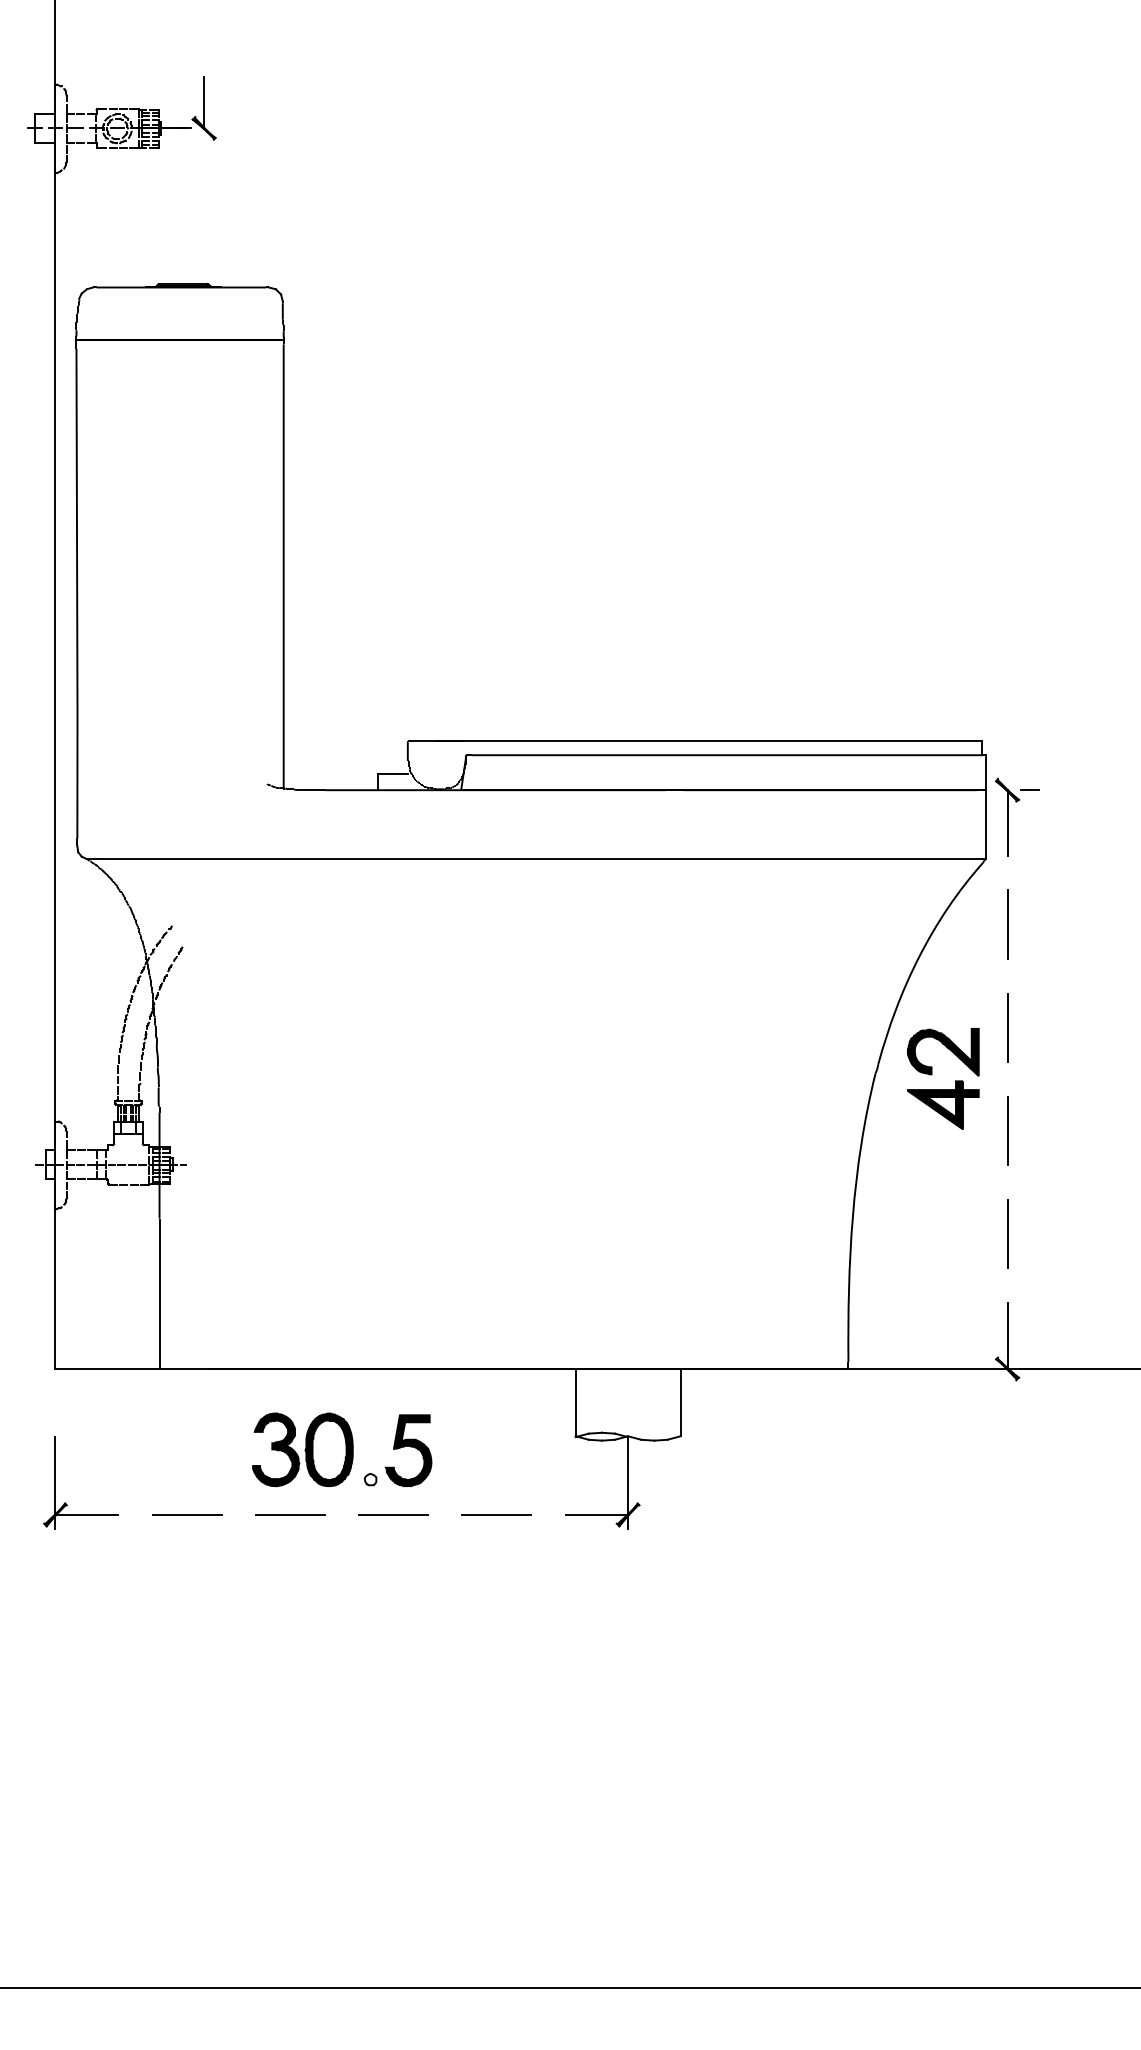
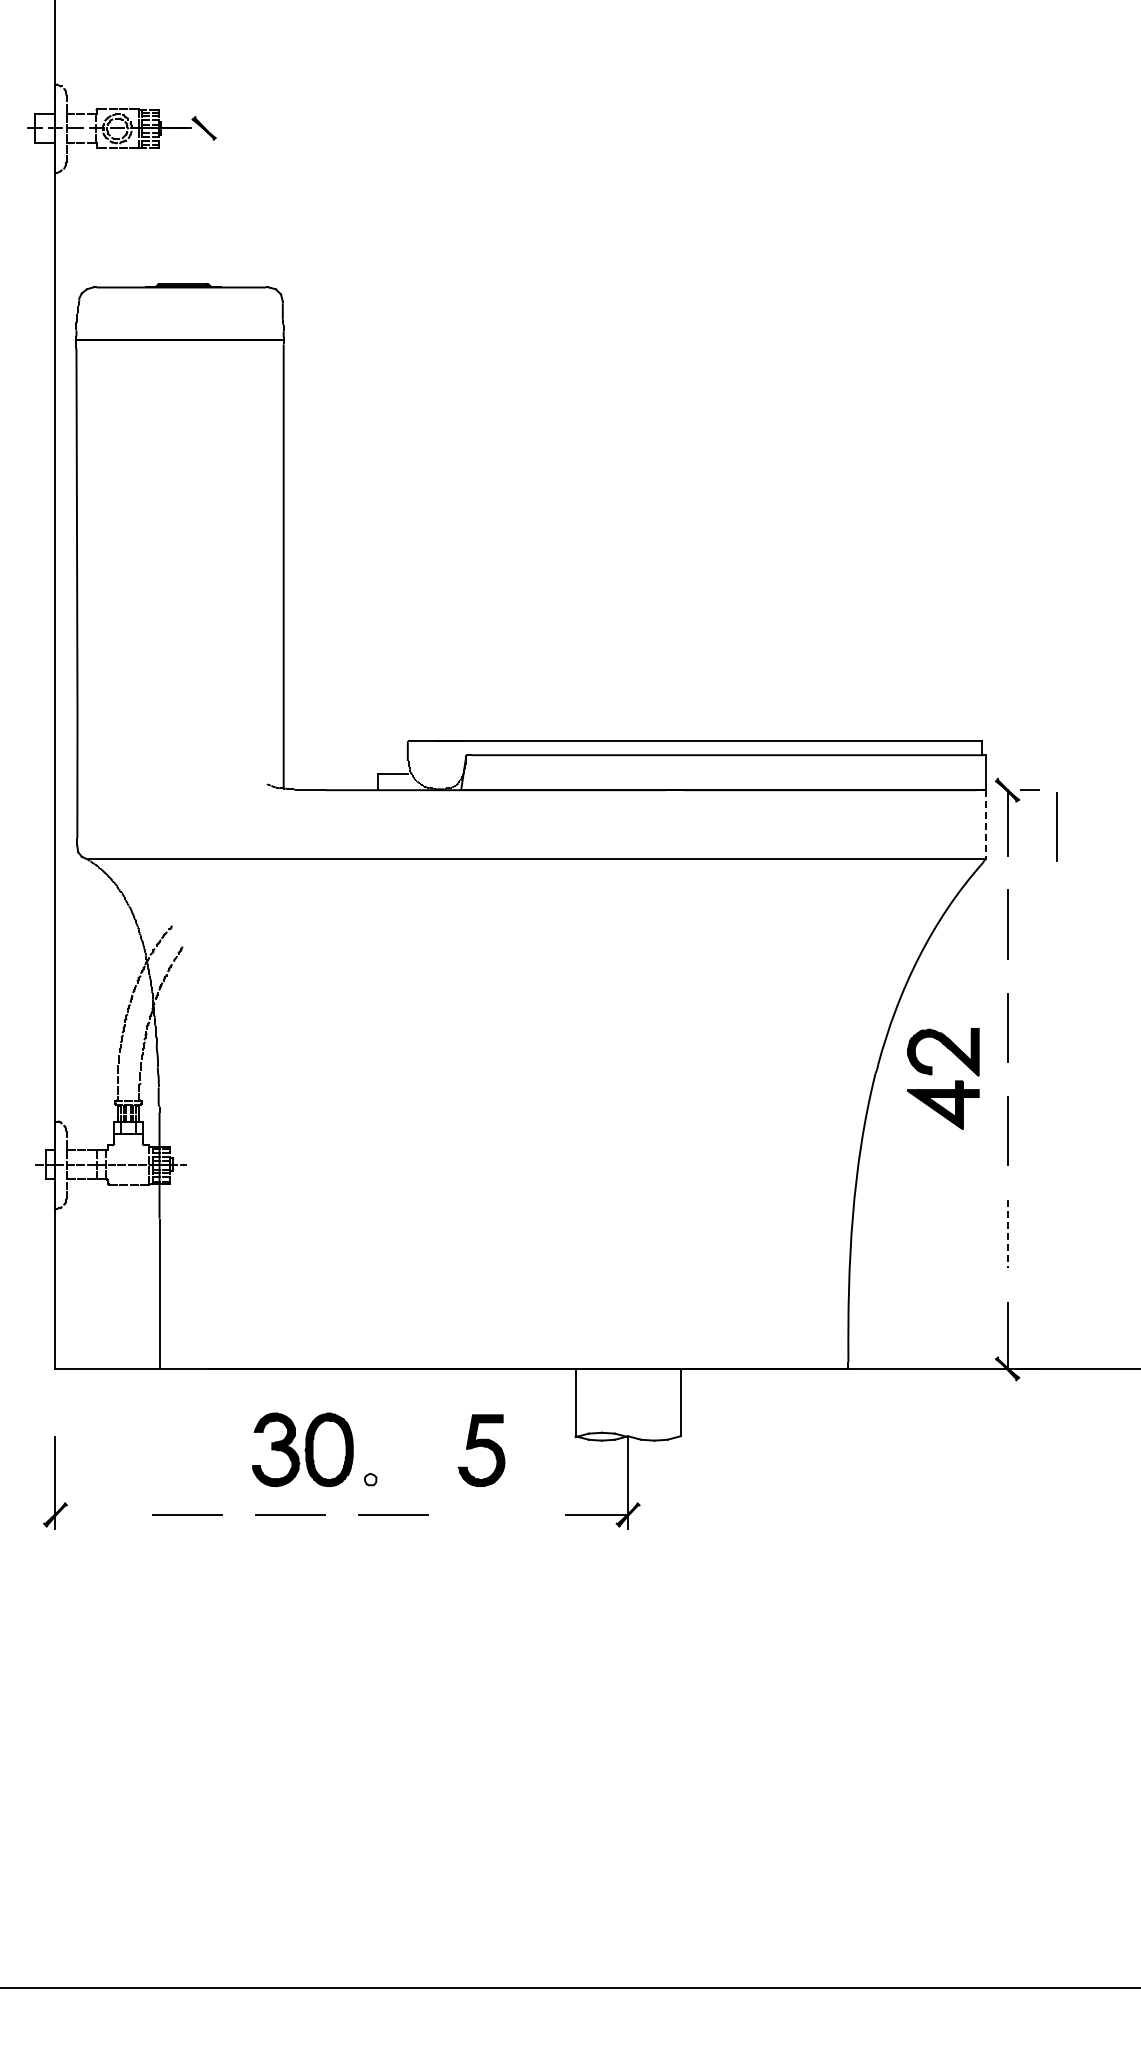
line at (204, 102): present -> none
line at (985, 824): solid -> dashed
line at (1056, 826): none -> present
line at (1007, 1234): solid -> dashed
part at (408, 1450) position: (408, 1450) -> (481, 1450)
line at (86, 1514): present -> none
line at (496, 1514): present -> none
